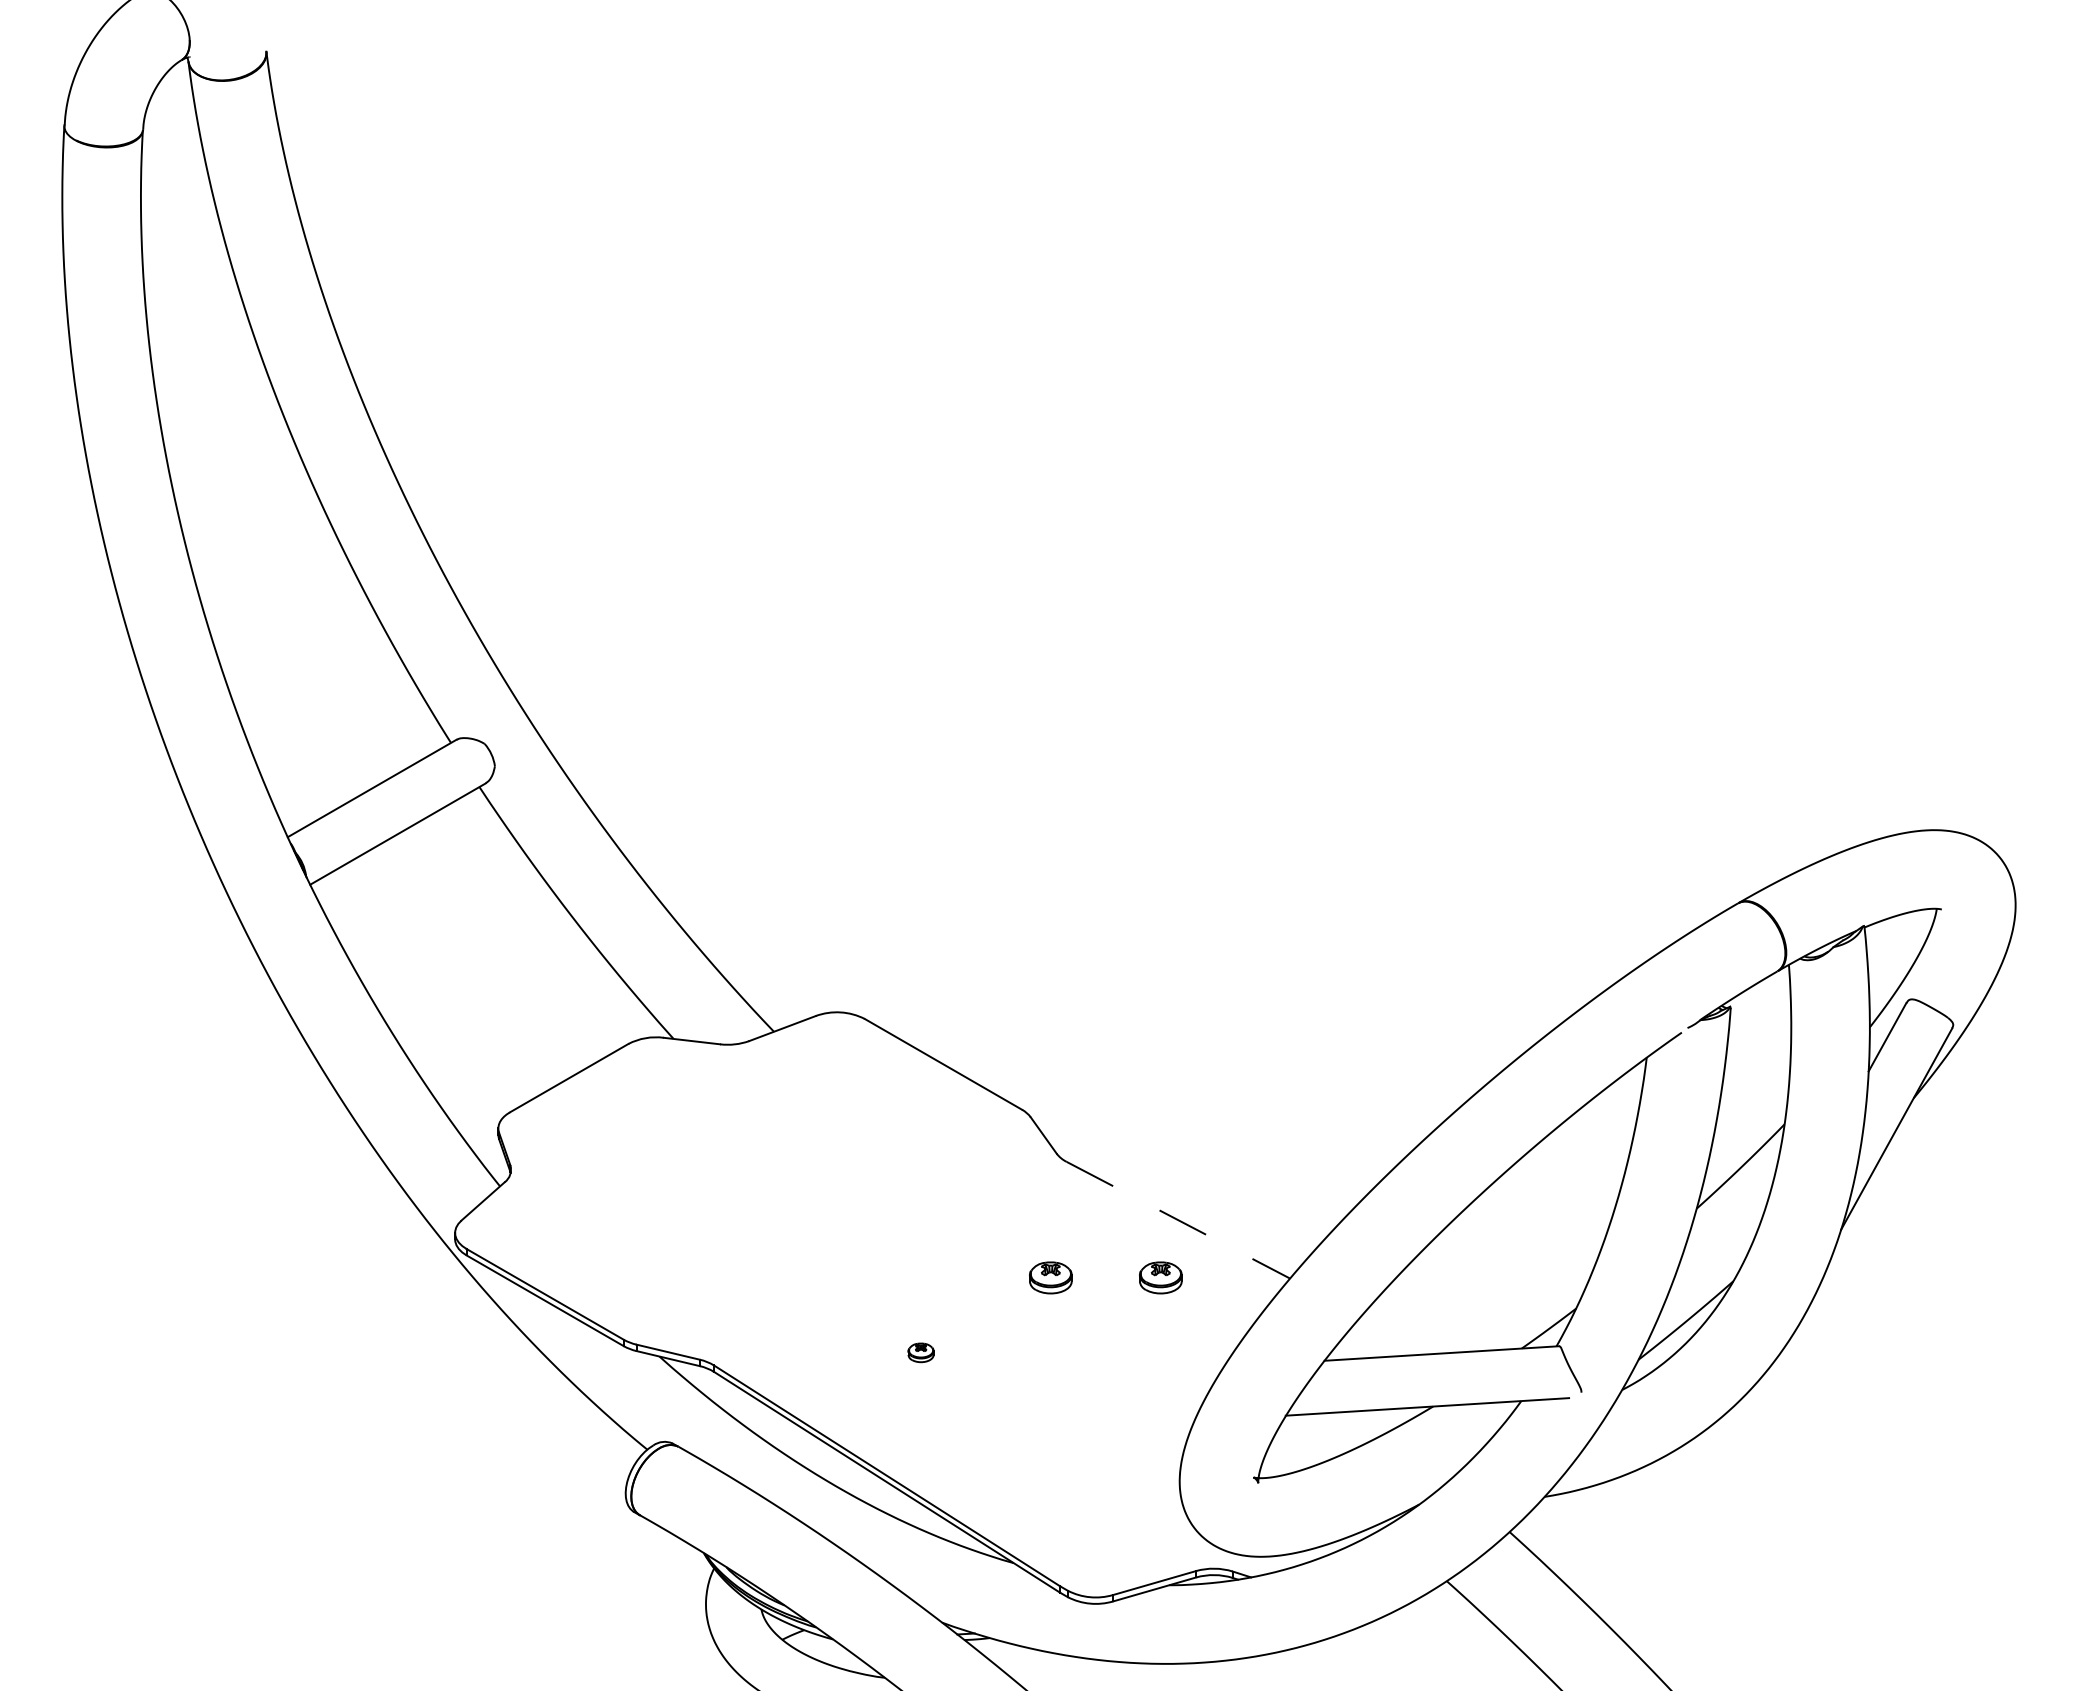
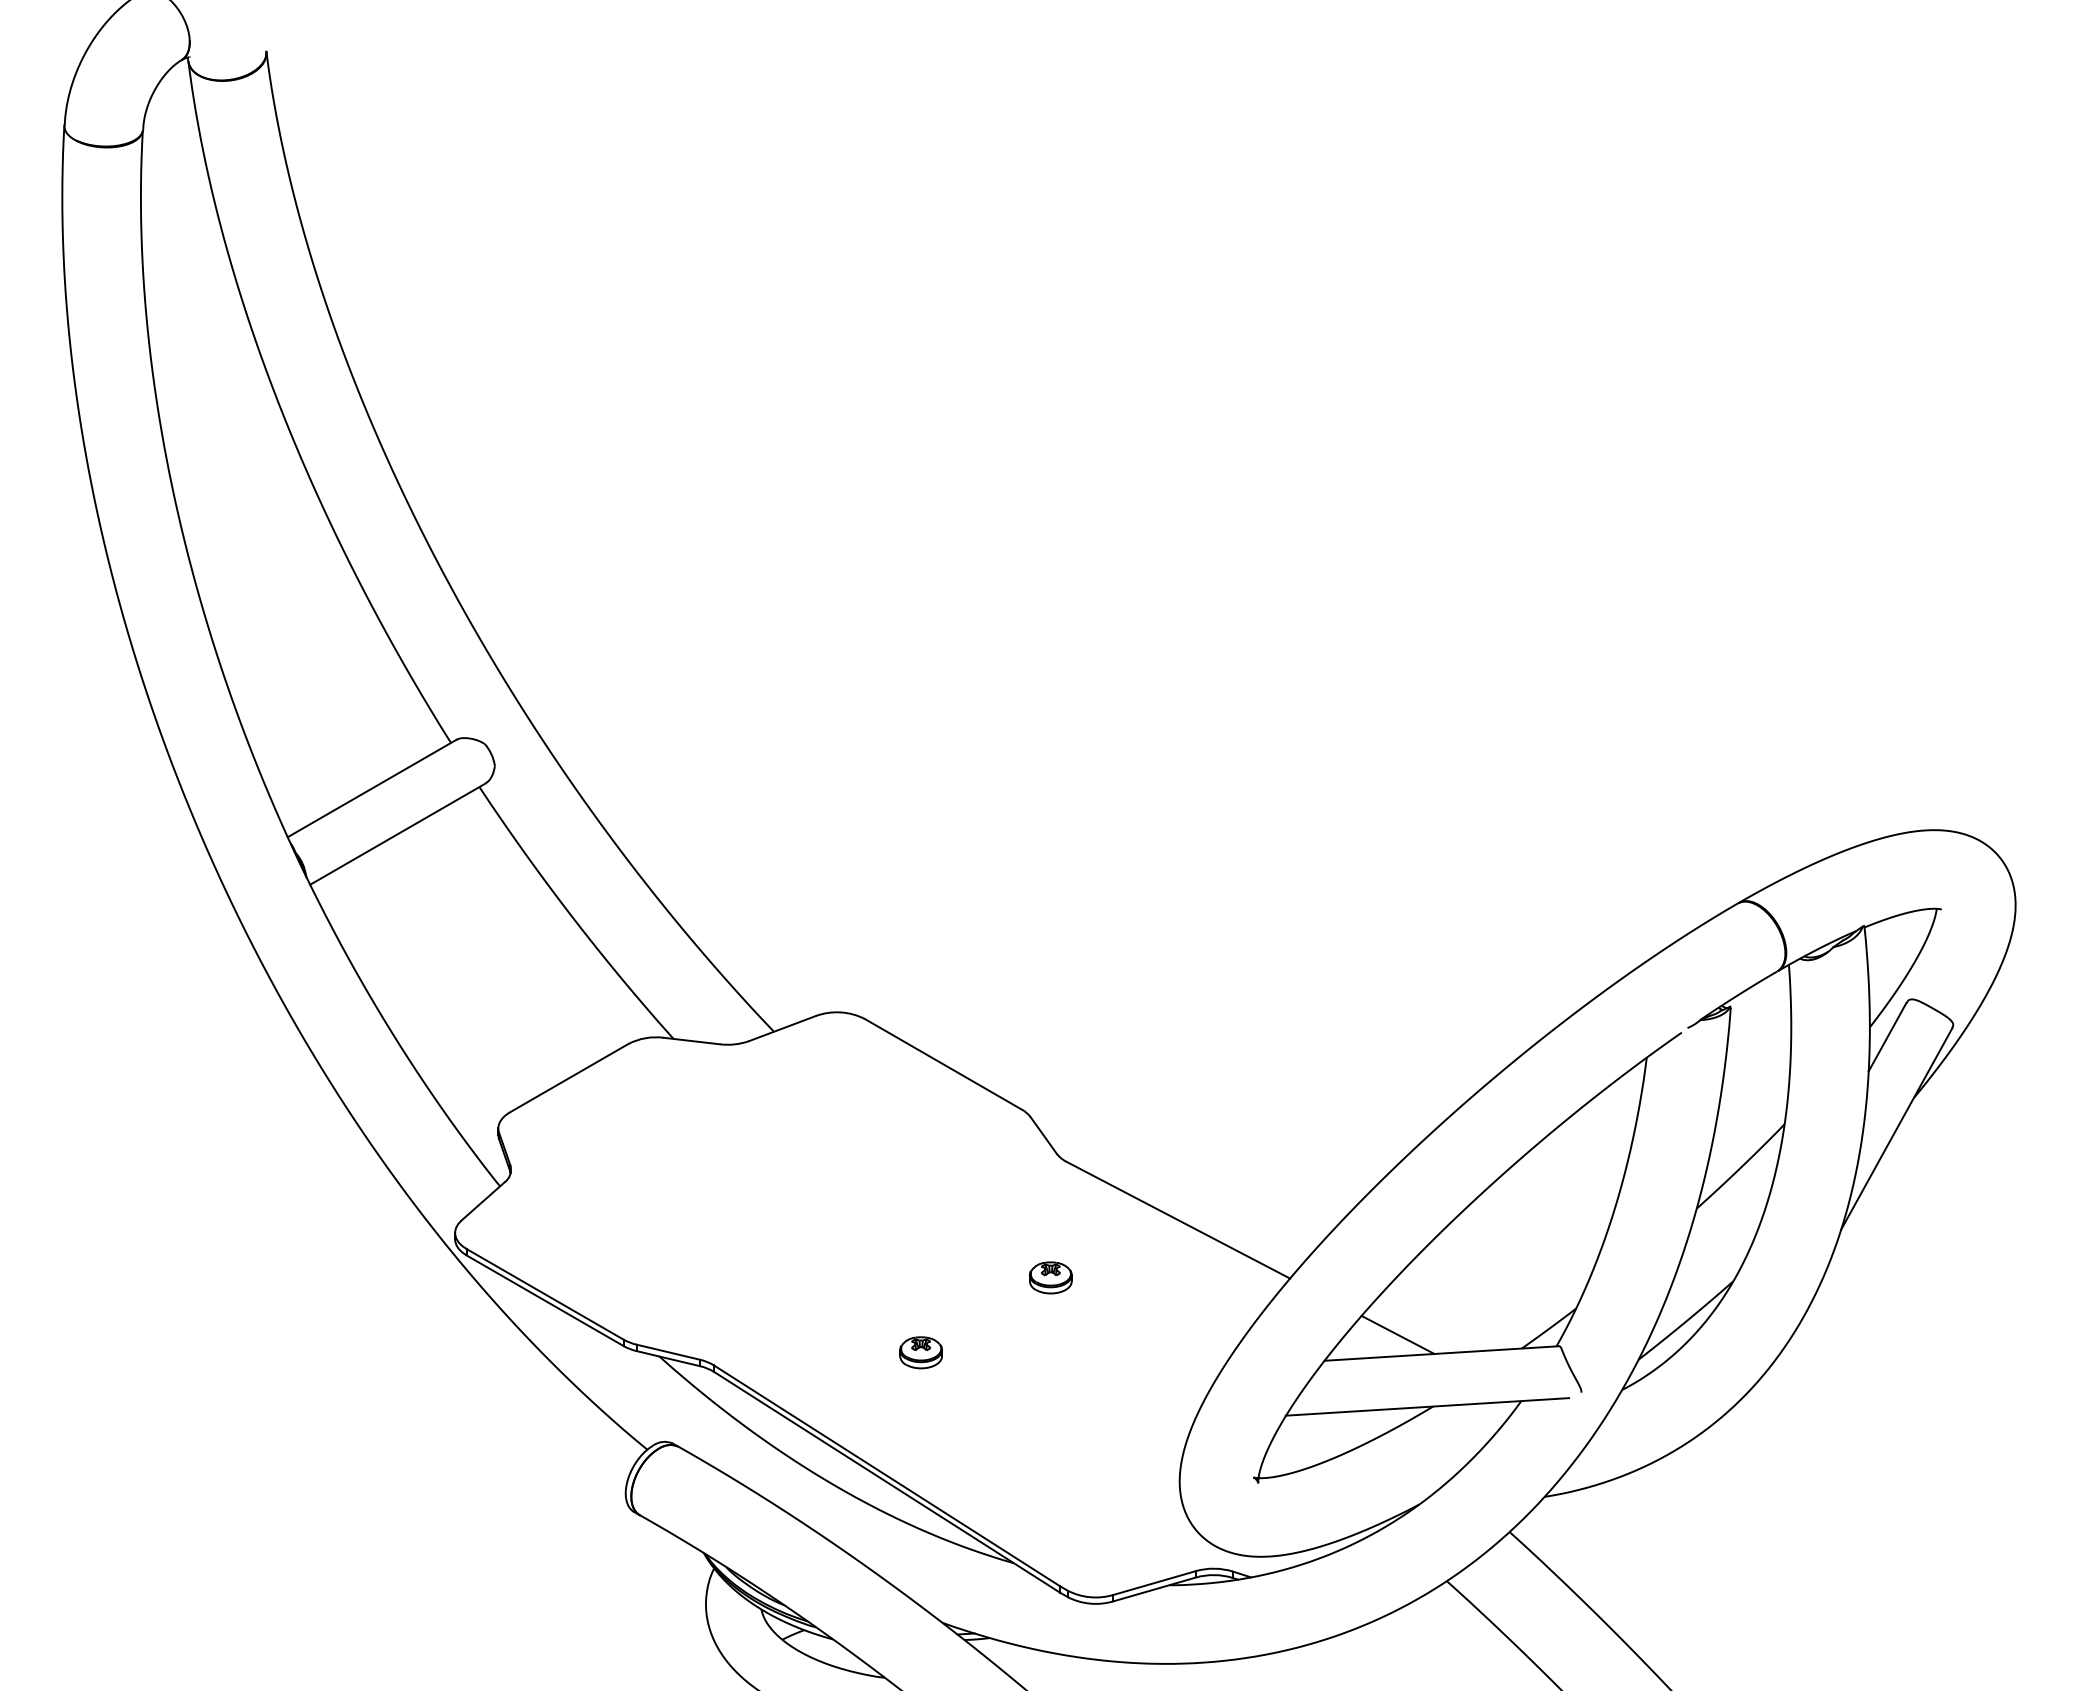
line at (1178, 1220): dashed -> solid
part at (1160, 1277): present -> none
line at (1397, 1334): none -> present
part at (920, 1352) size: 28x22 px -> 44x34 px
